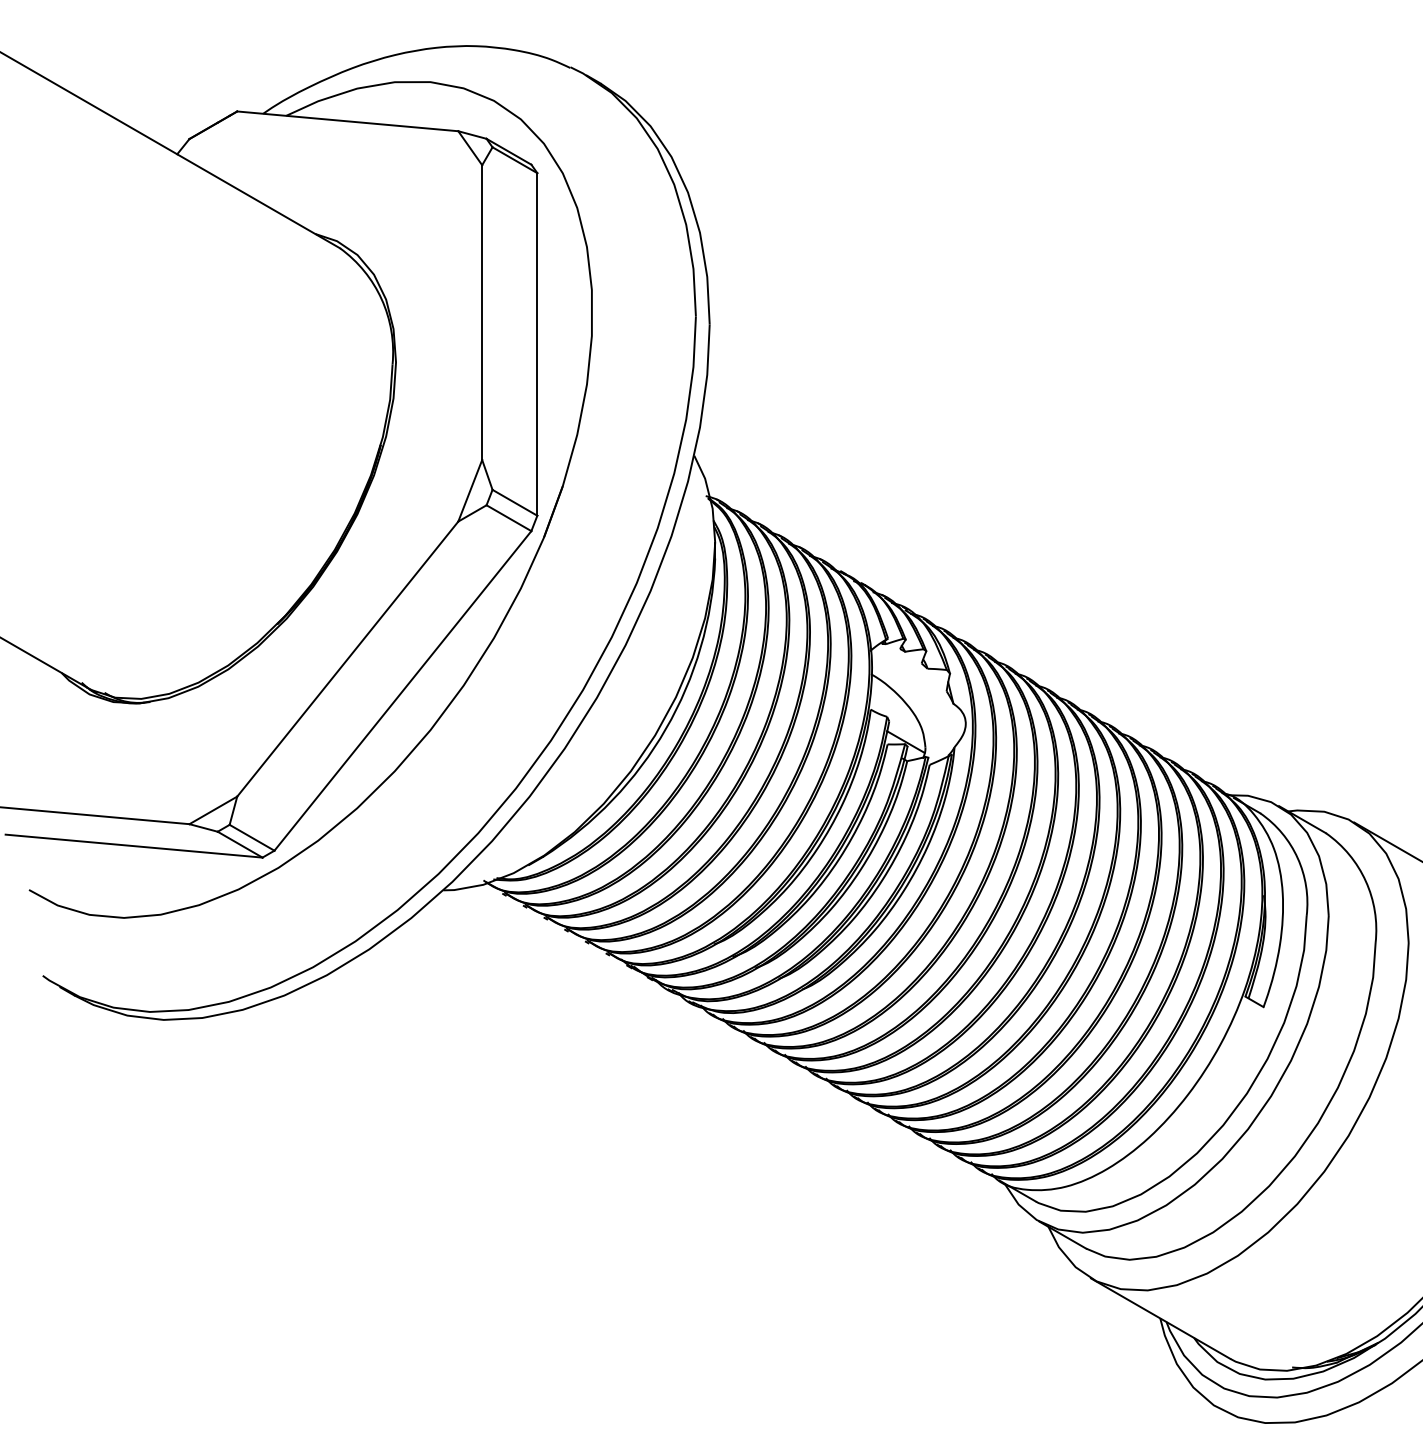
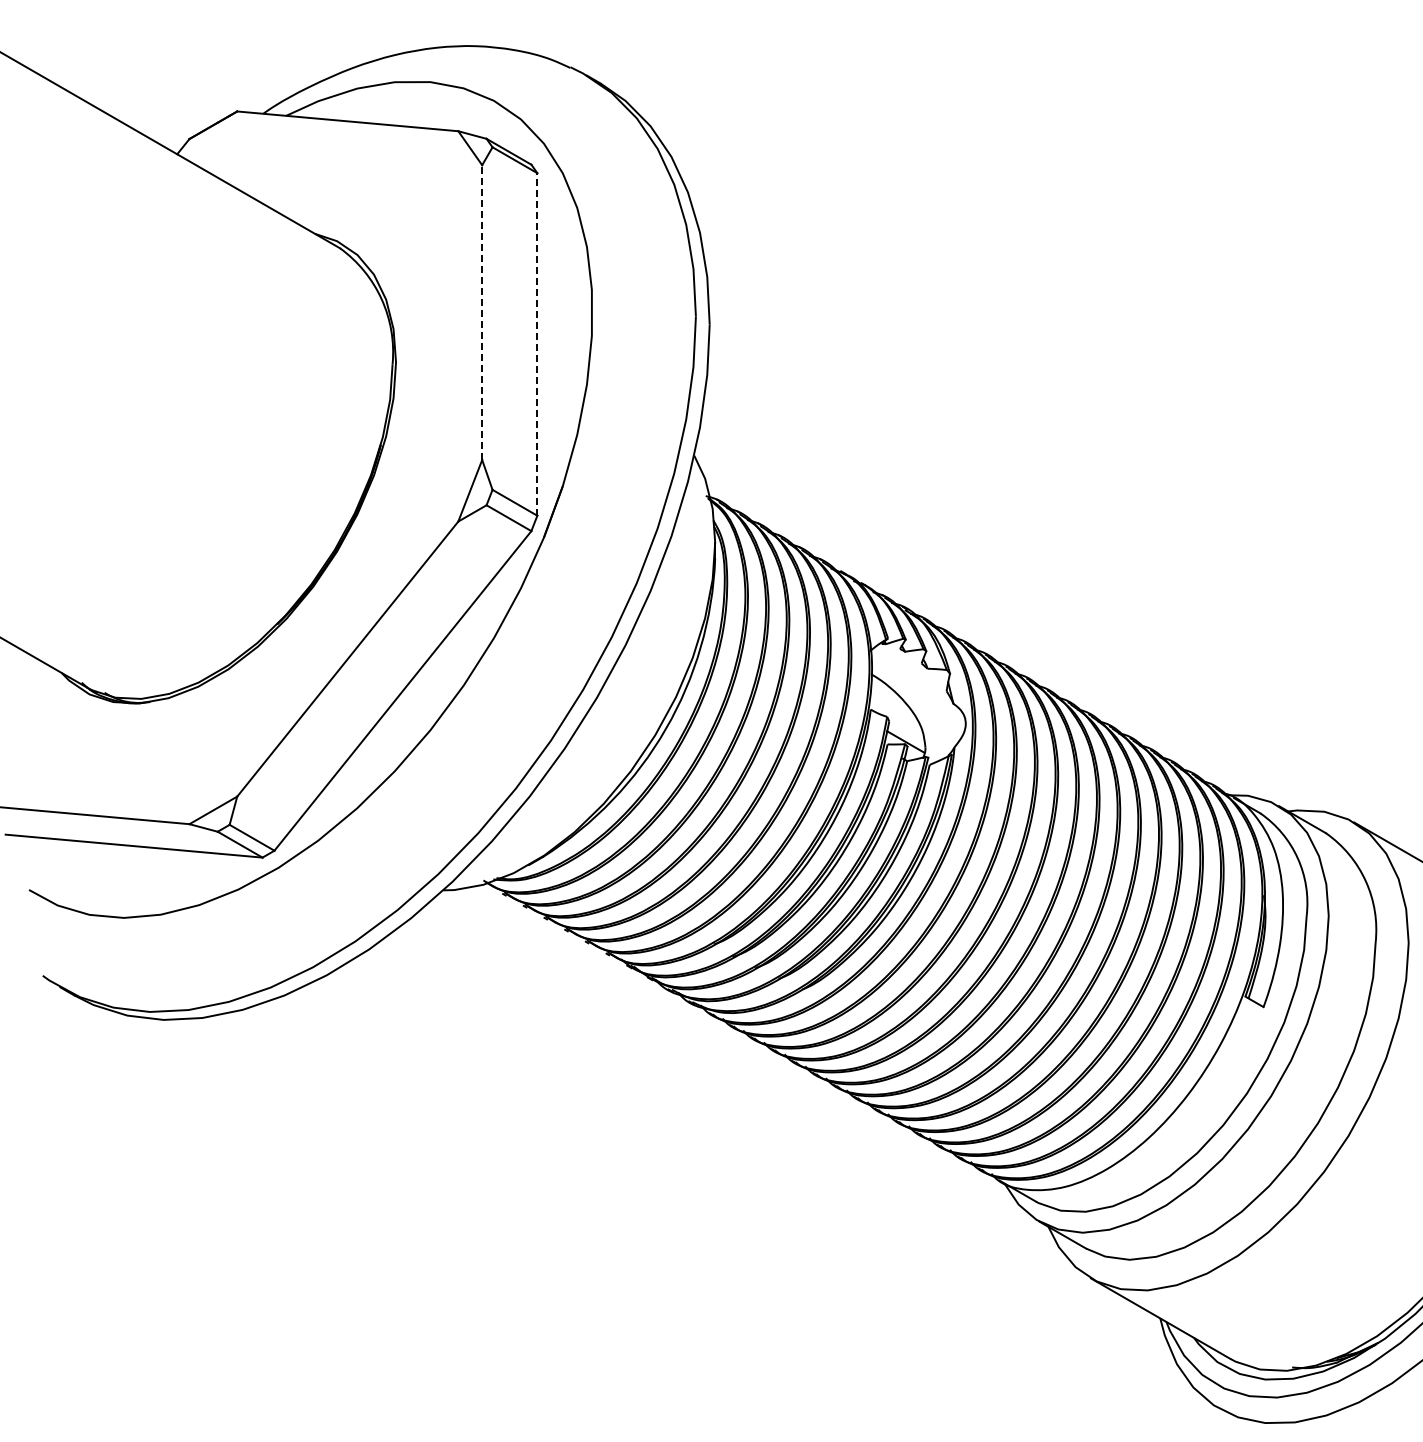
line at (482, 312): solid -> dashed
line at (537, 343): solid -> dashed
